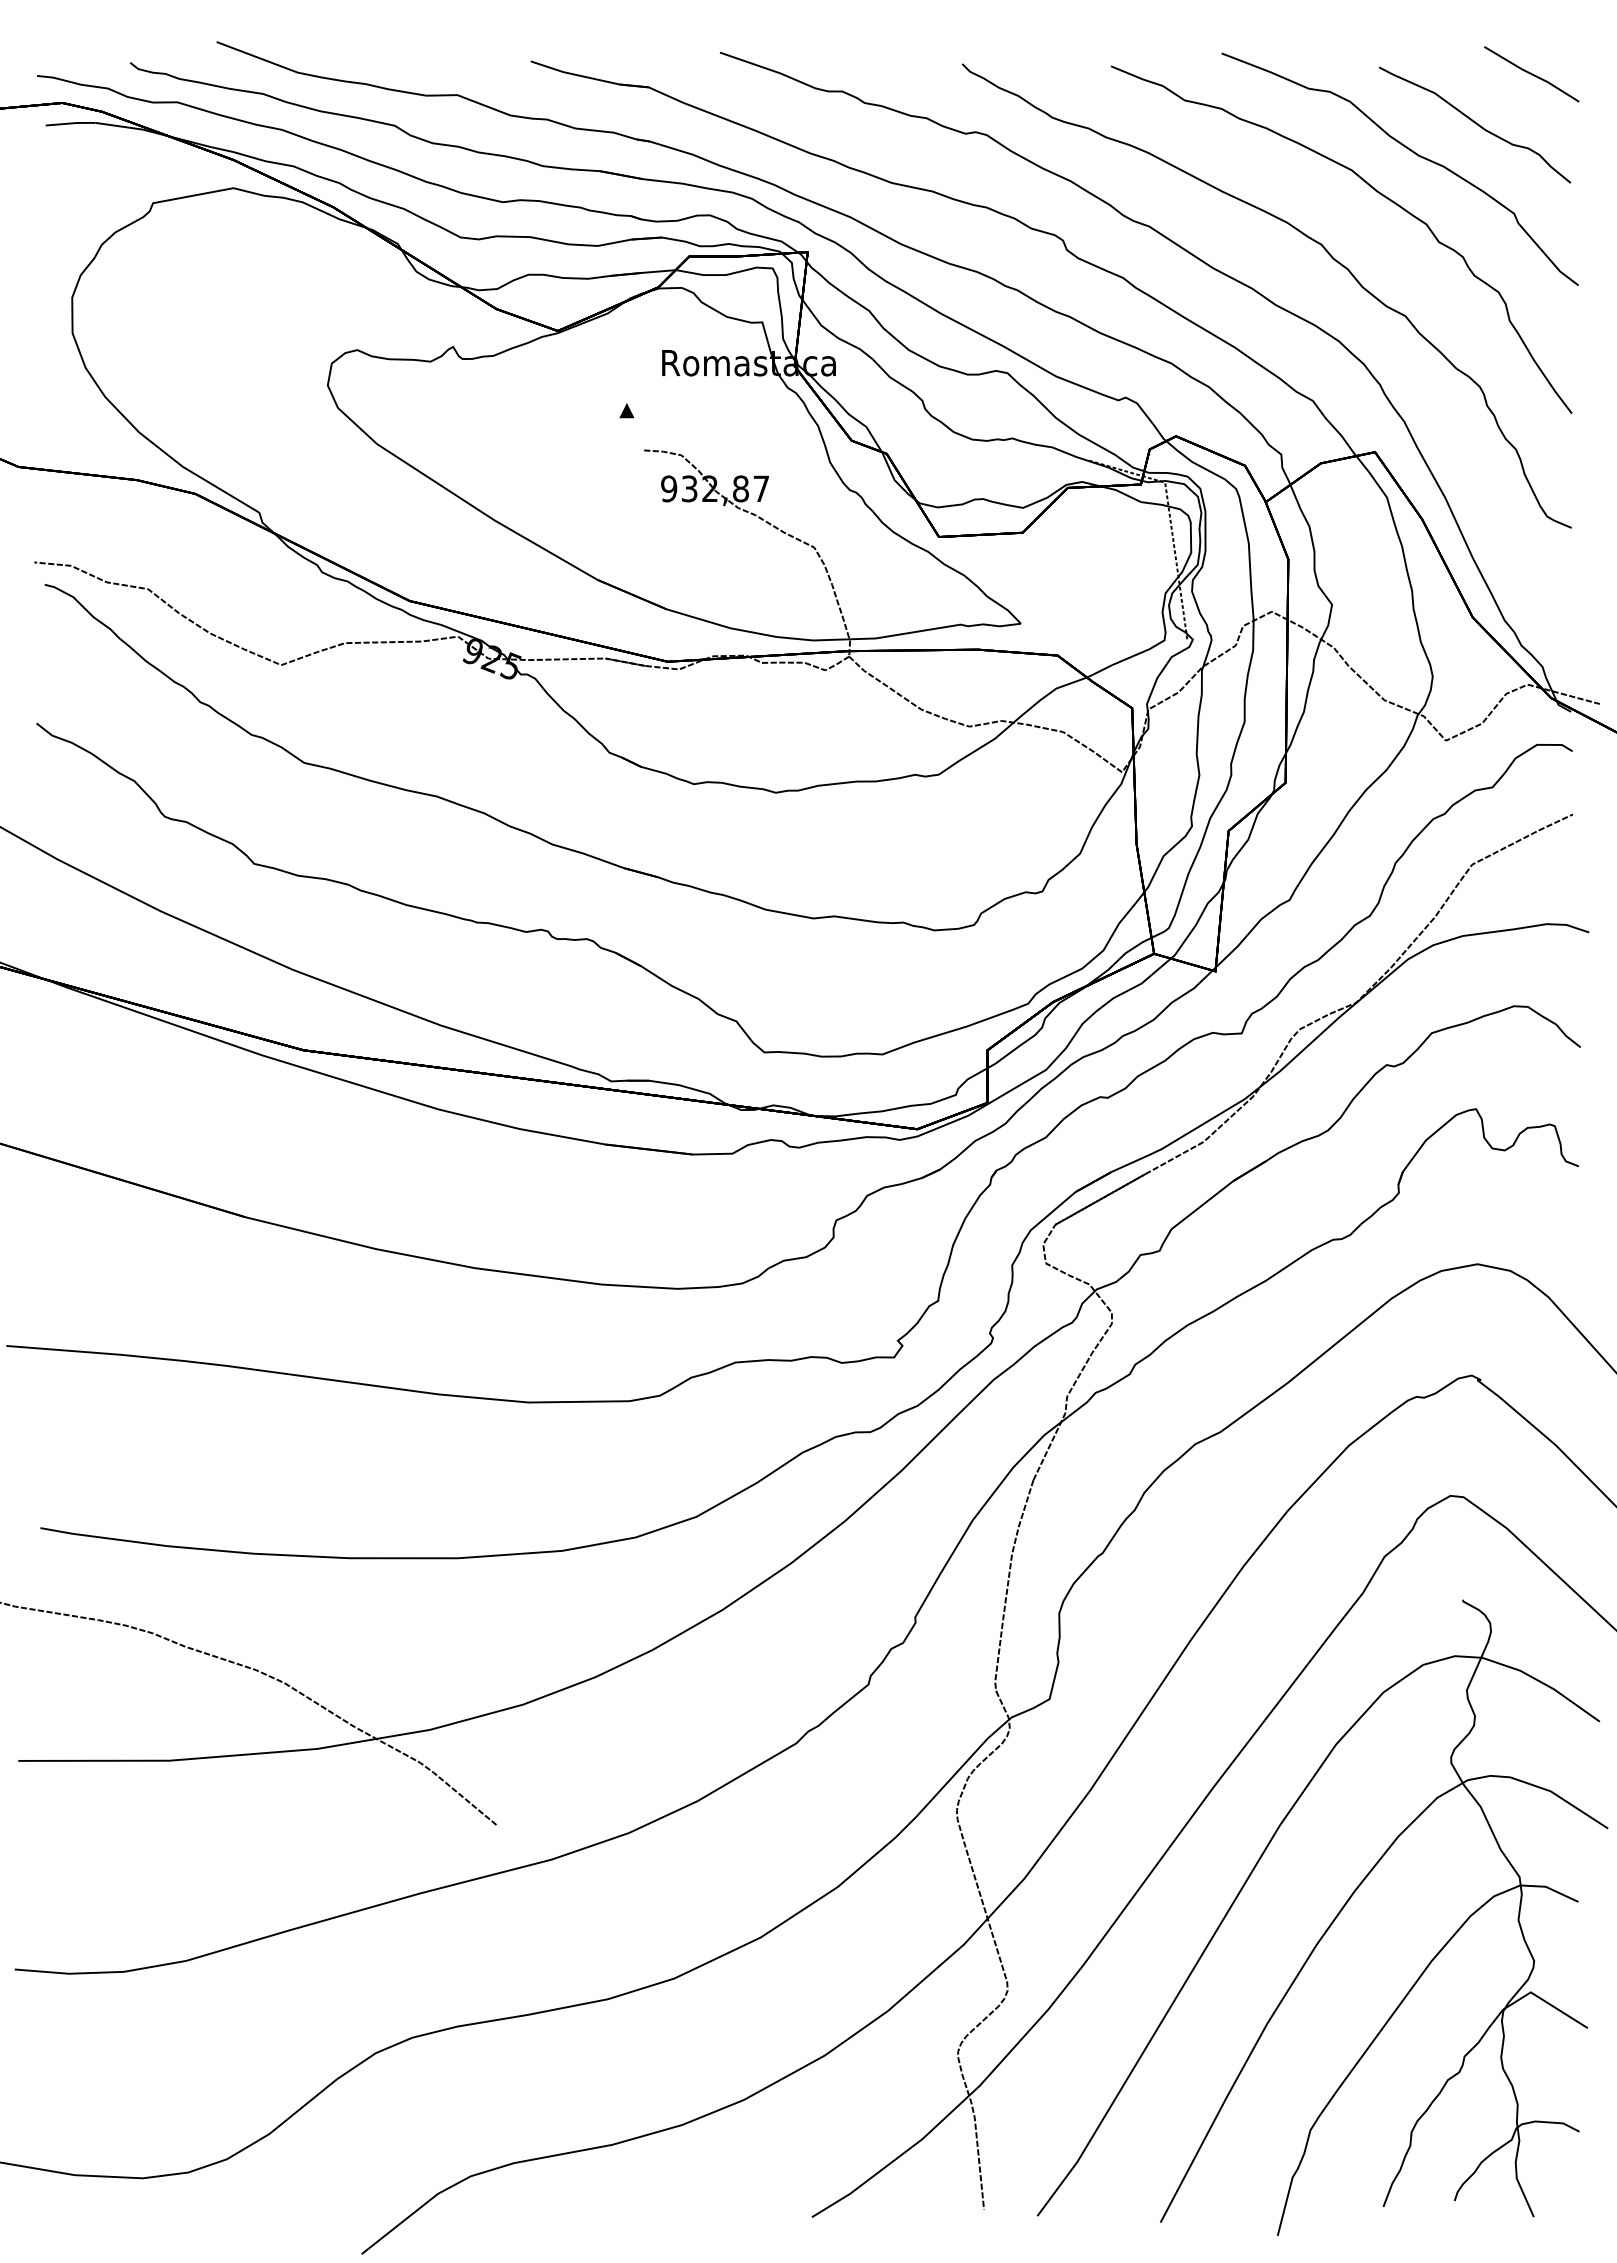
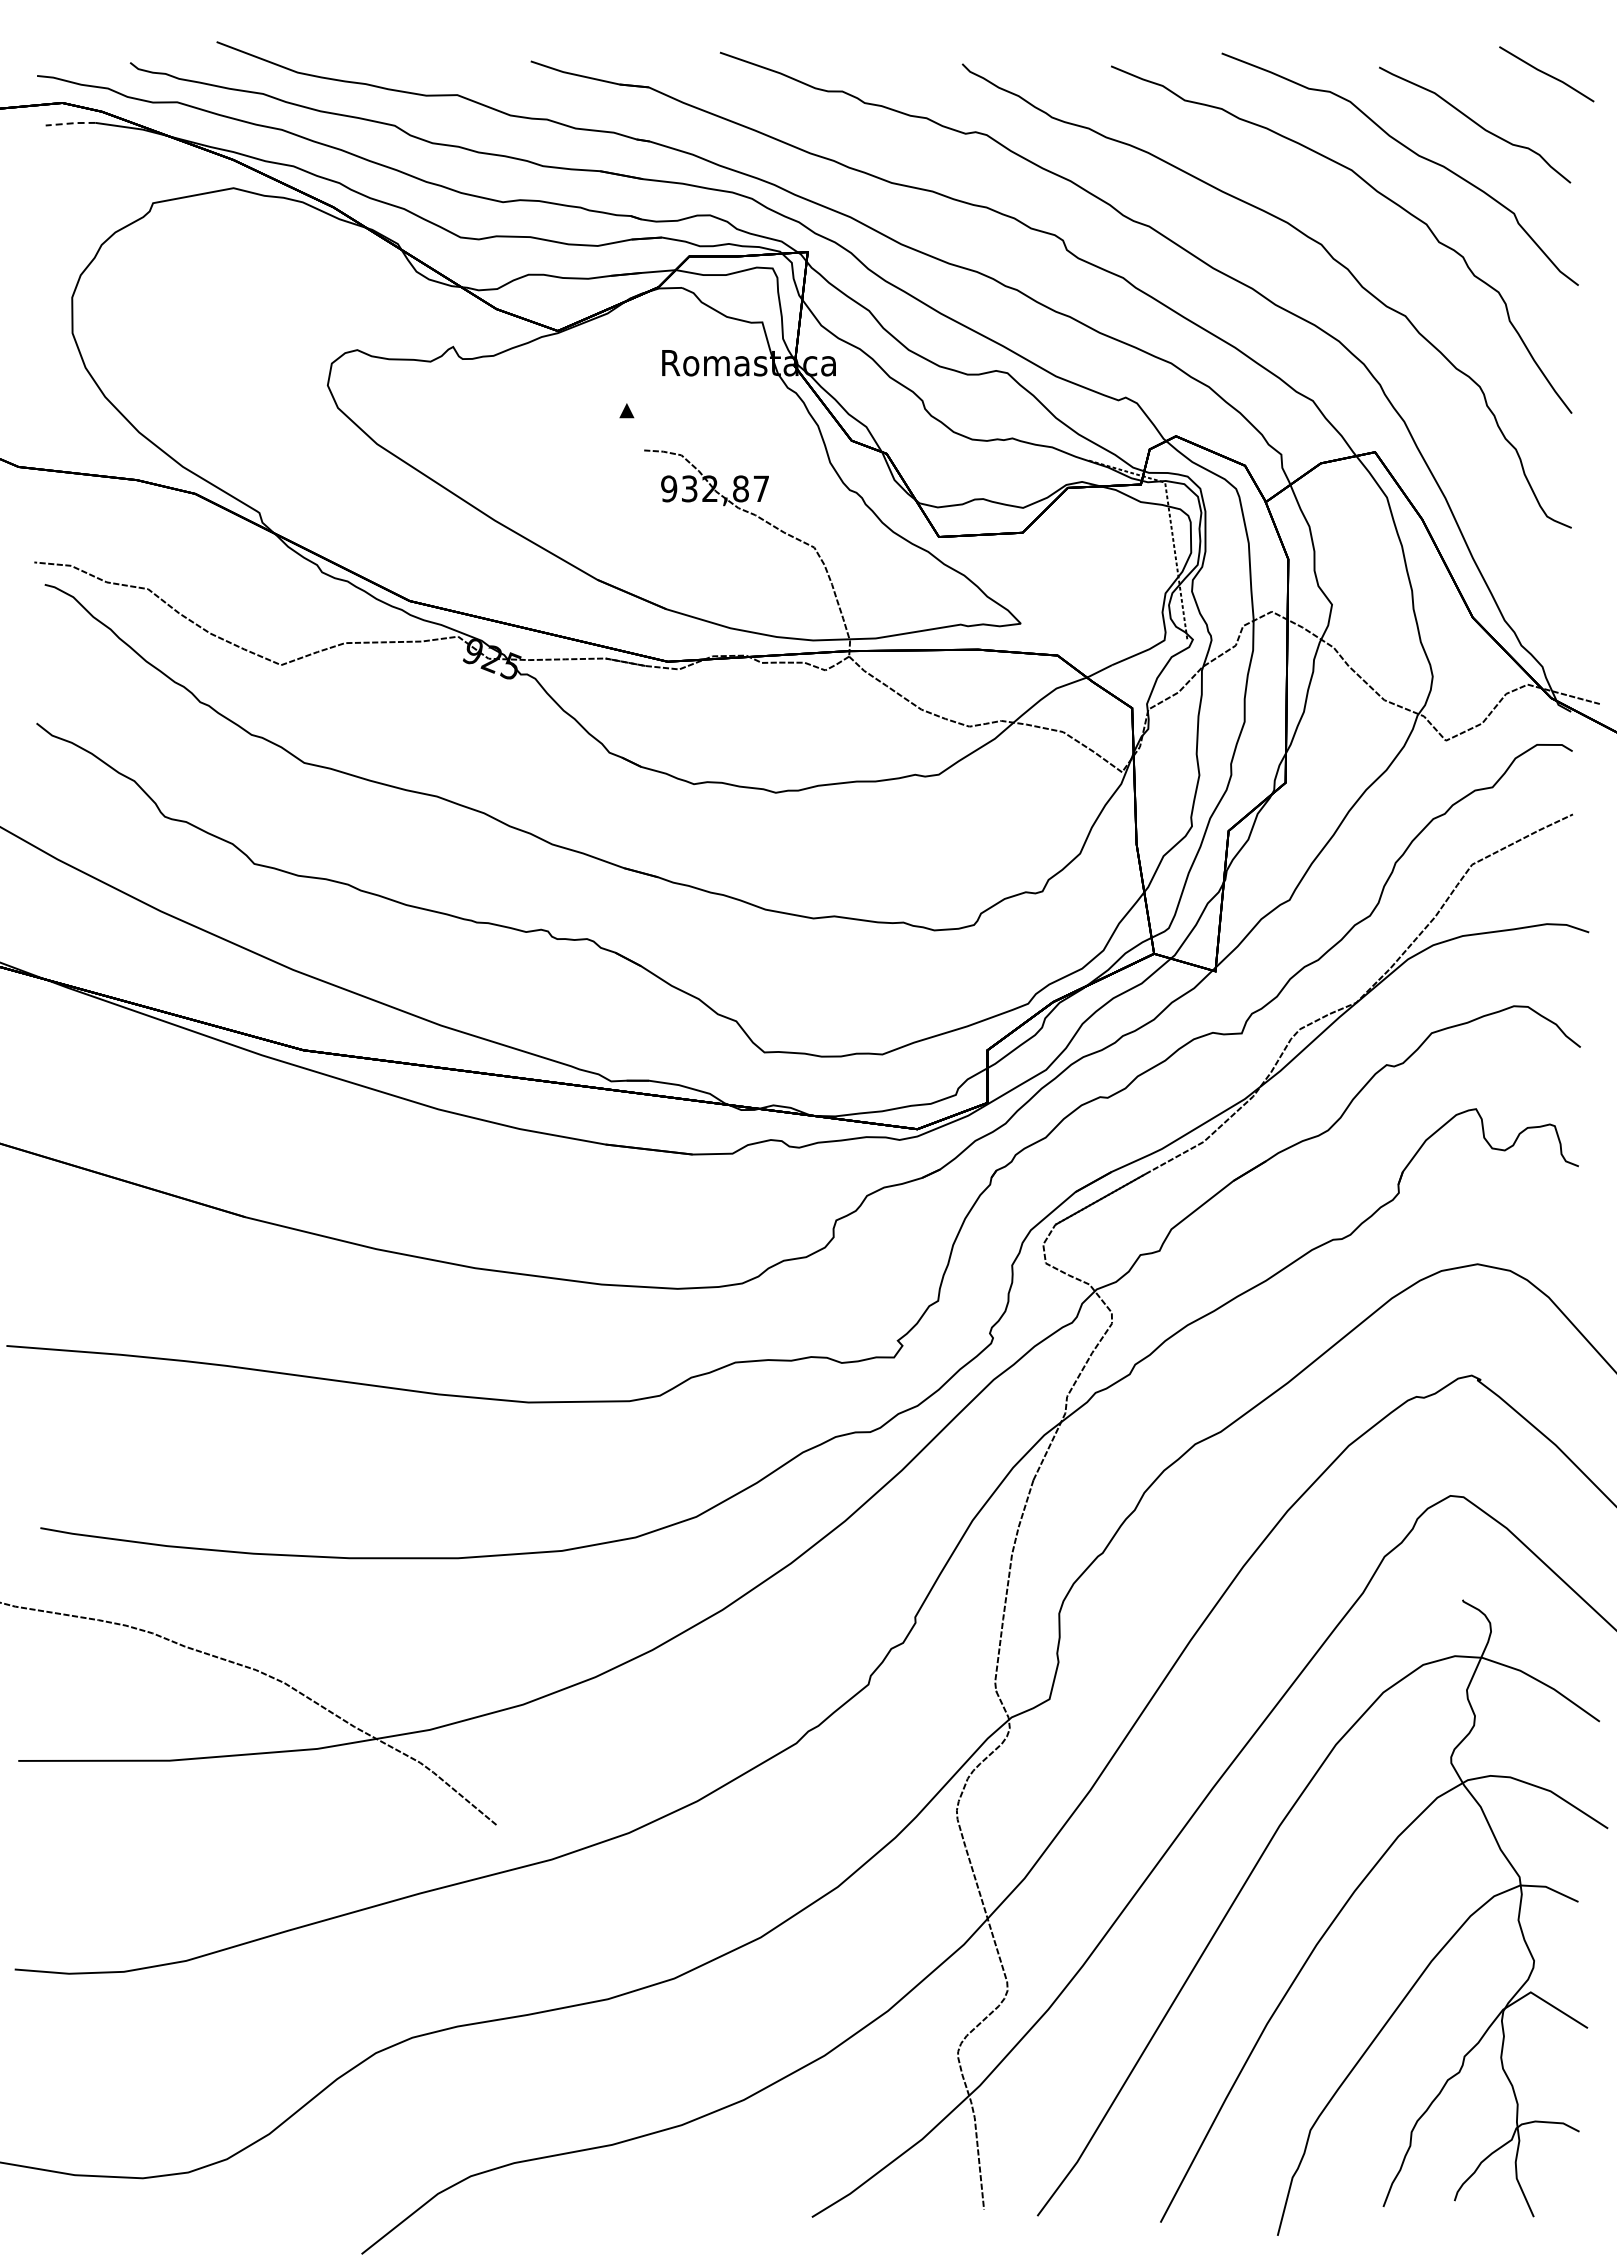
line at (1531, 74) position: (1531, 74) -> (1546, 74)
line at (71, 123): solid -> dashed
